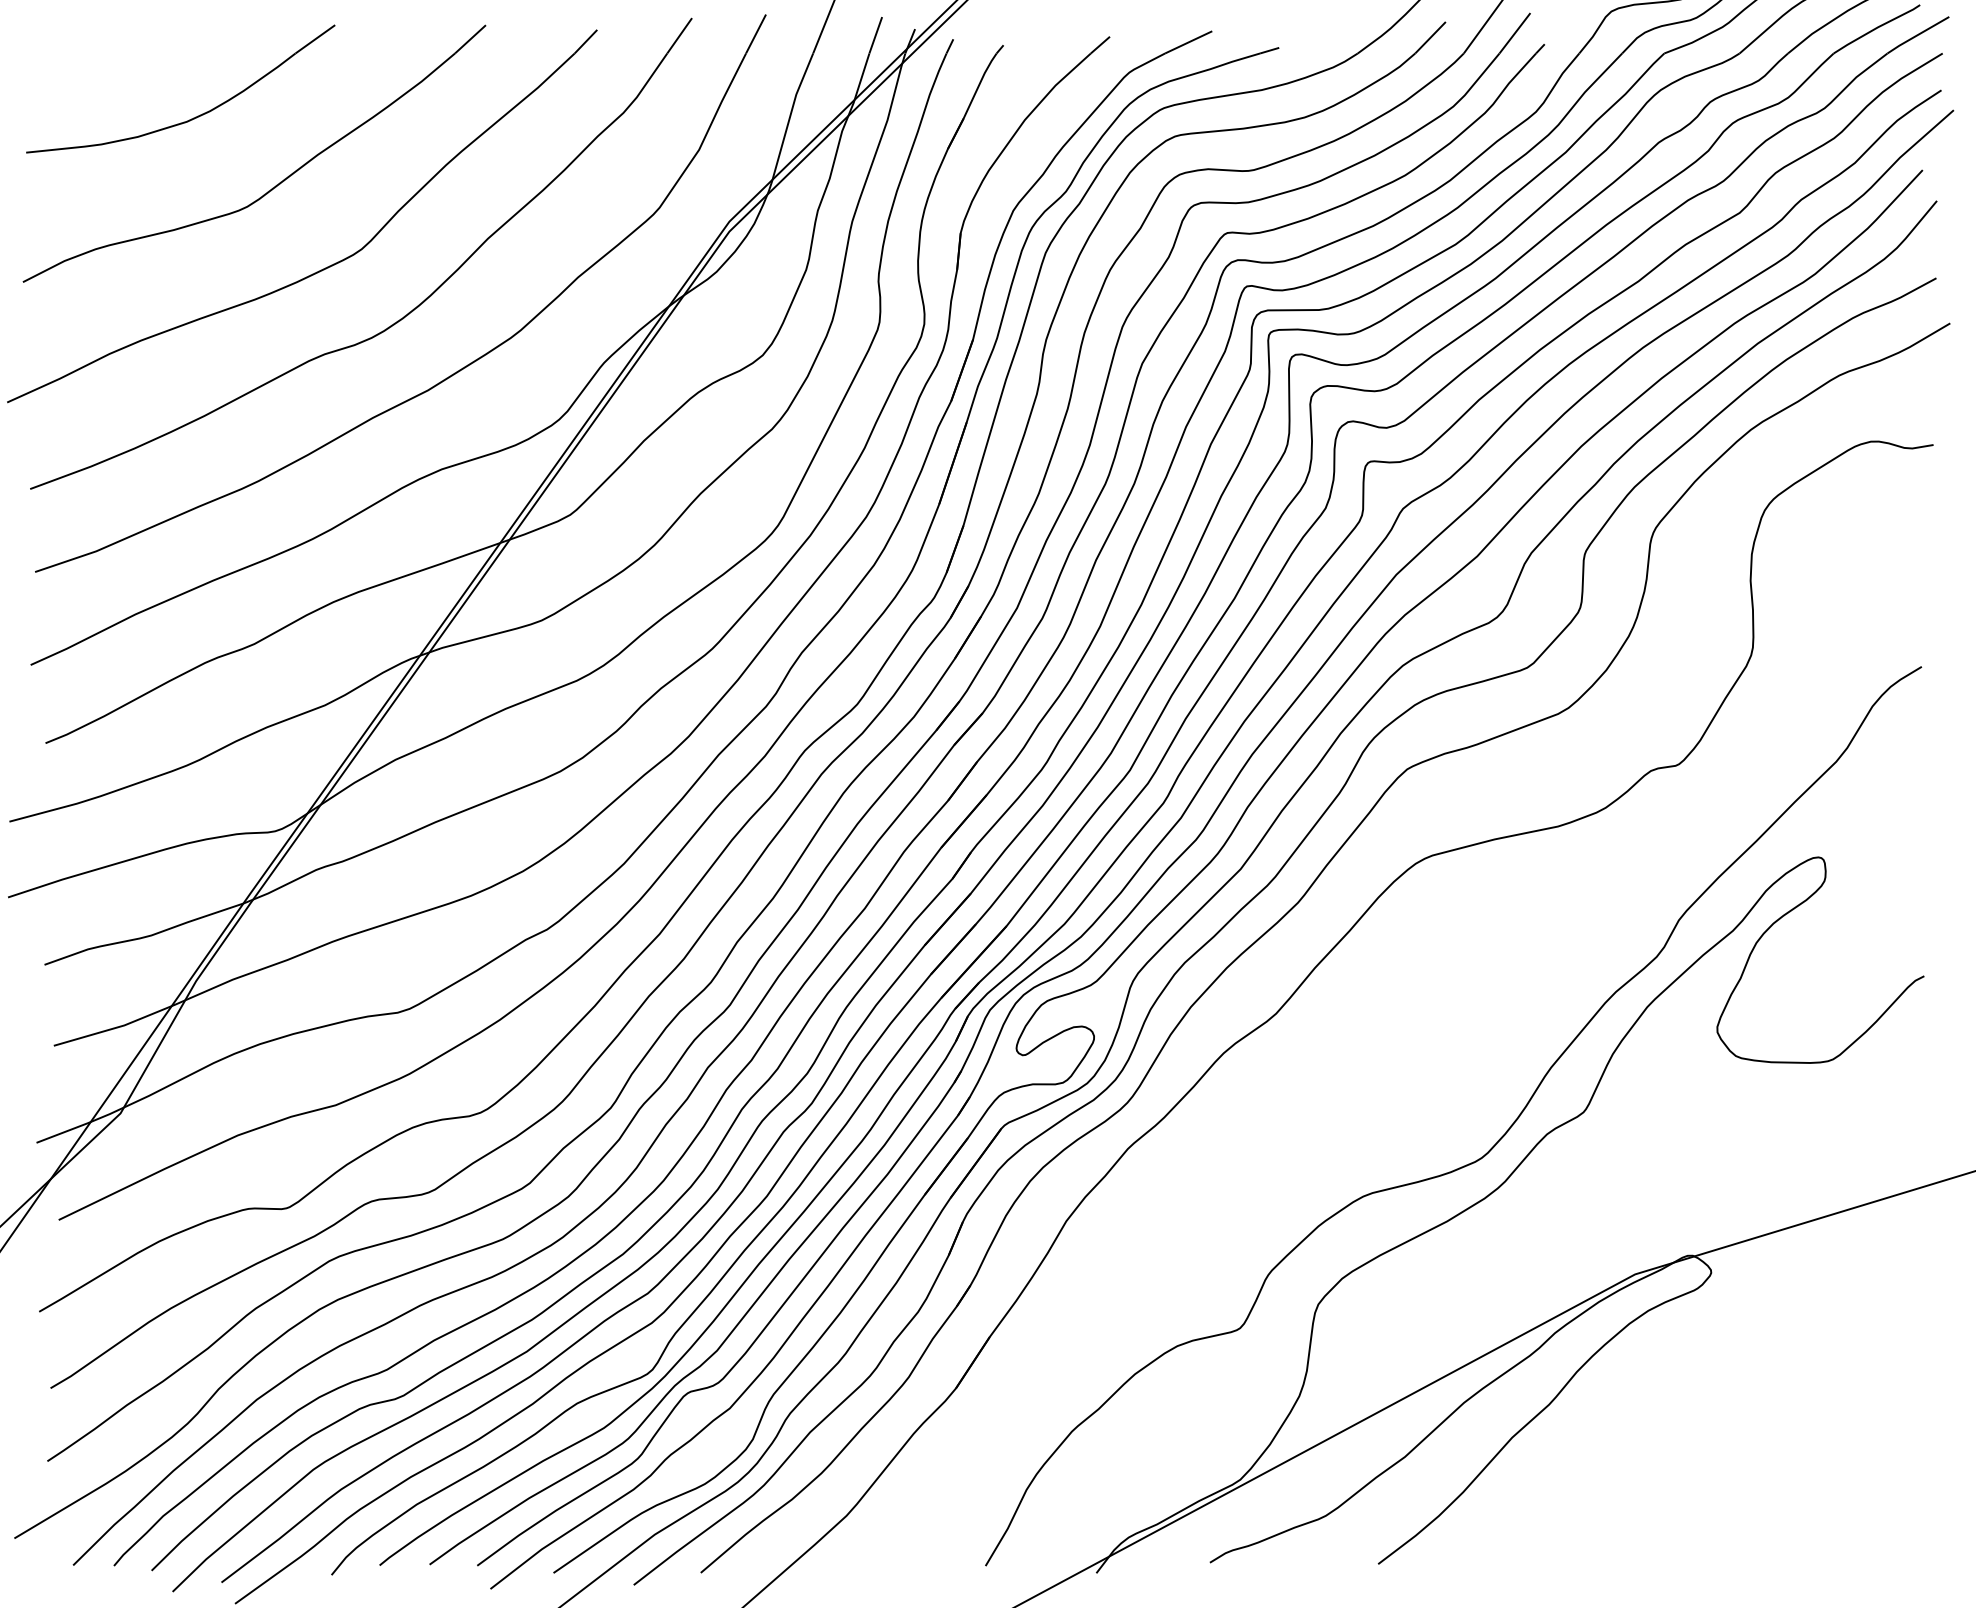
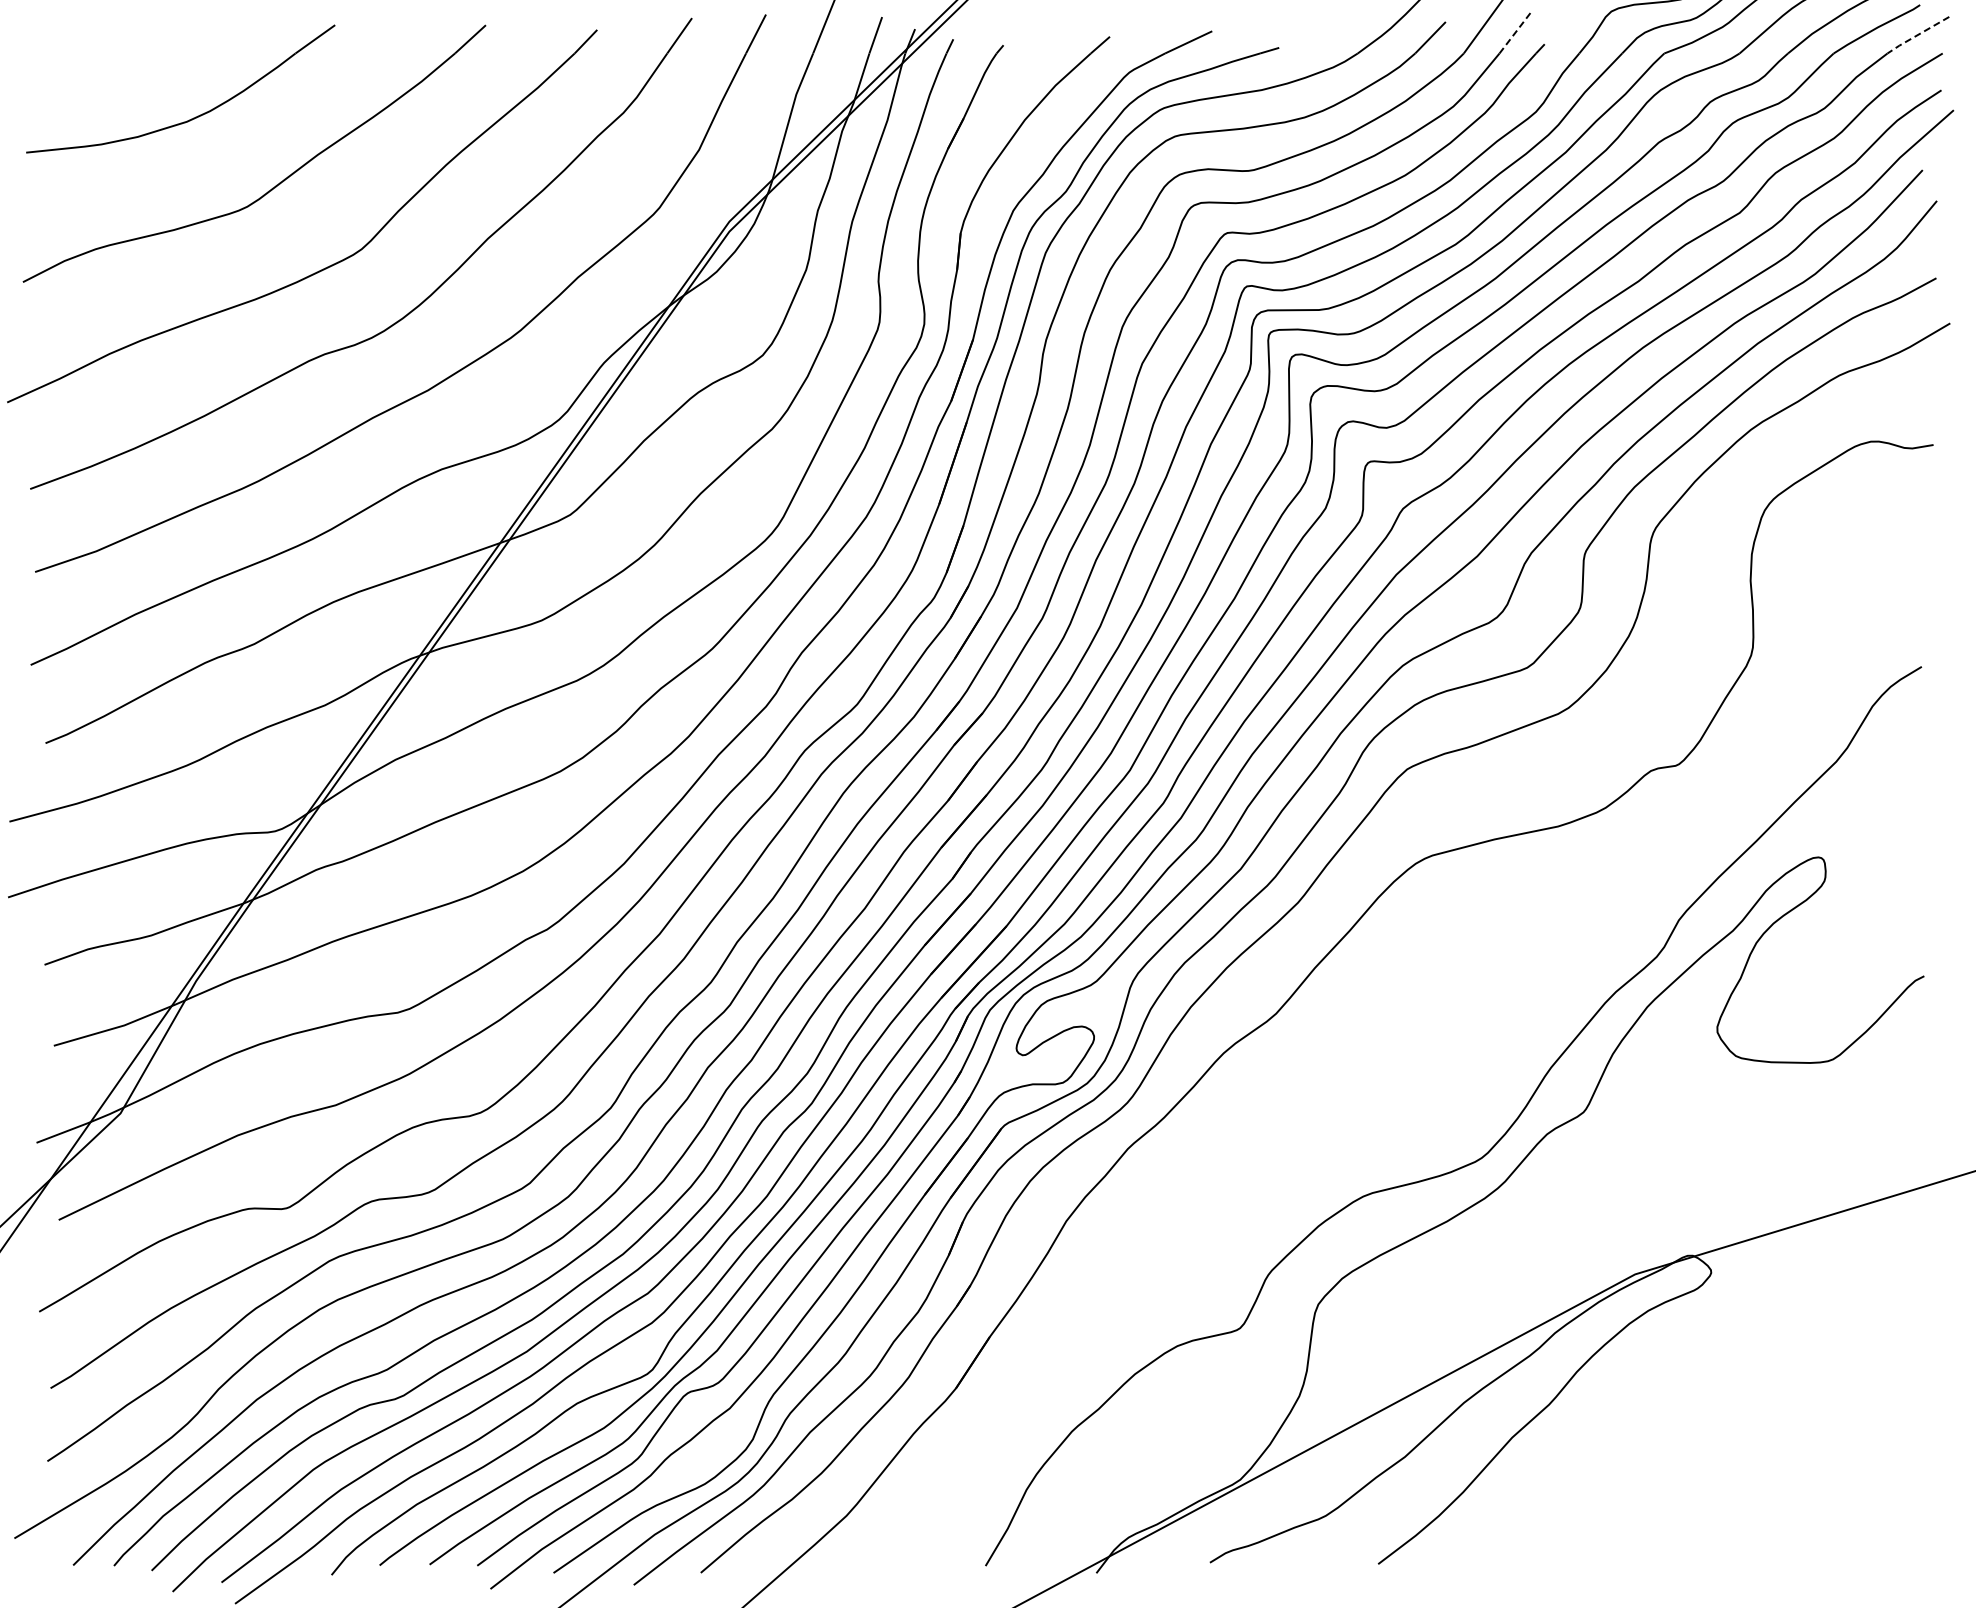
line at (1514, 33): solid -> dashed
line at (1917, 35): solid -> dashed
